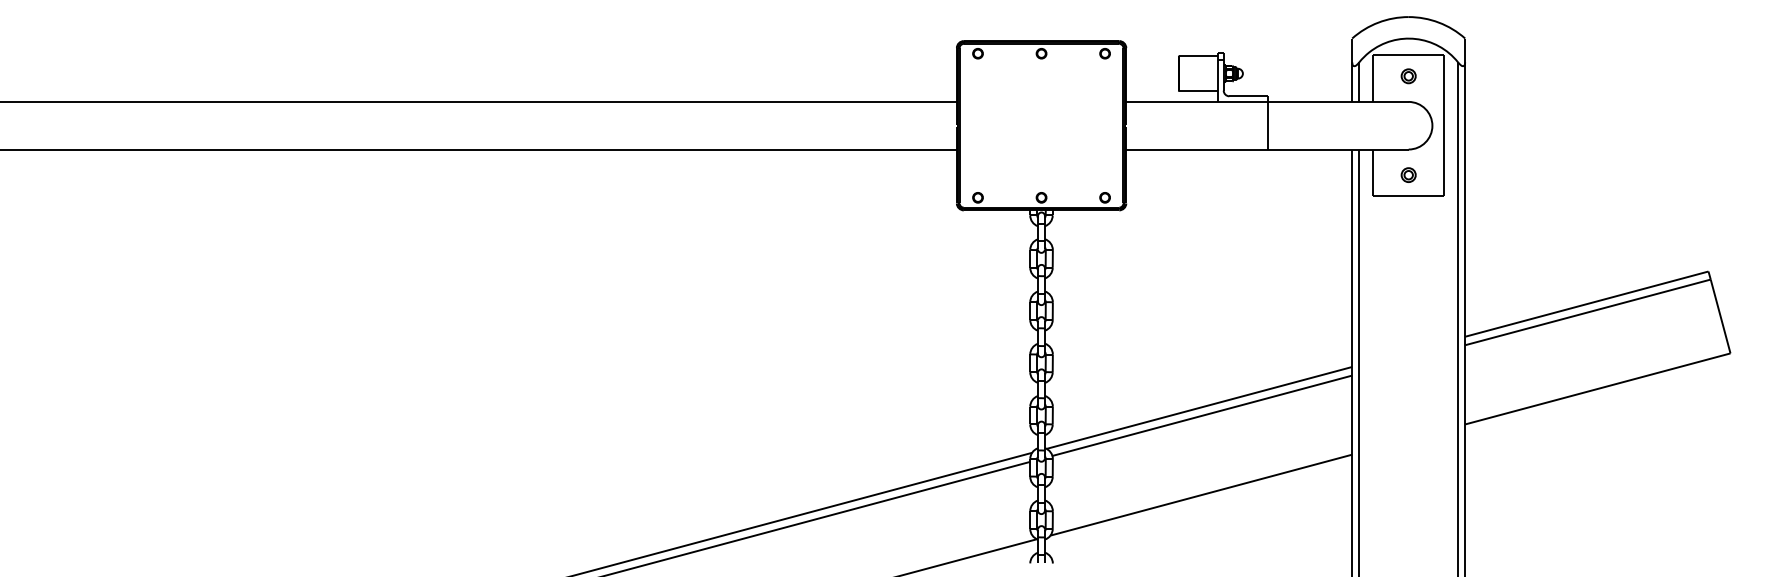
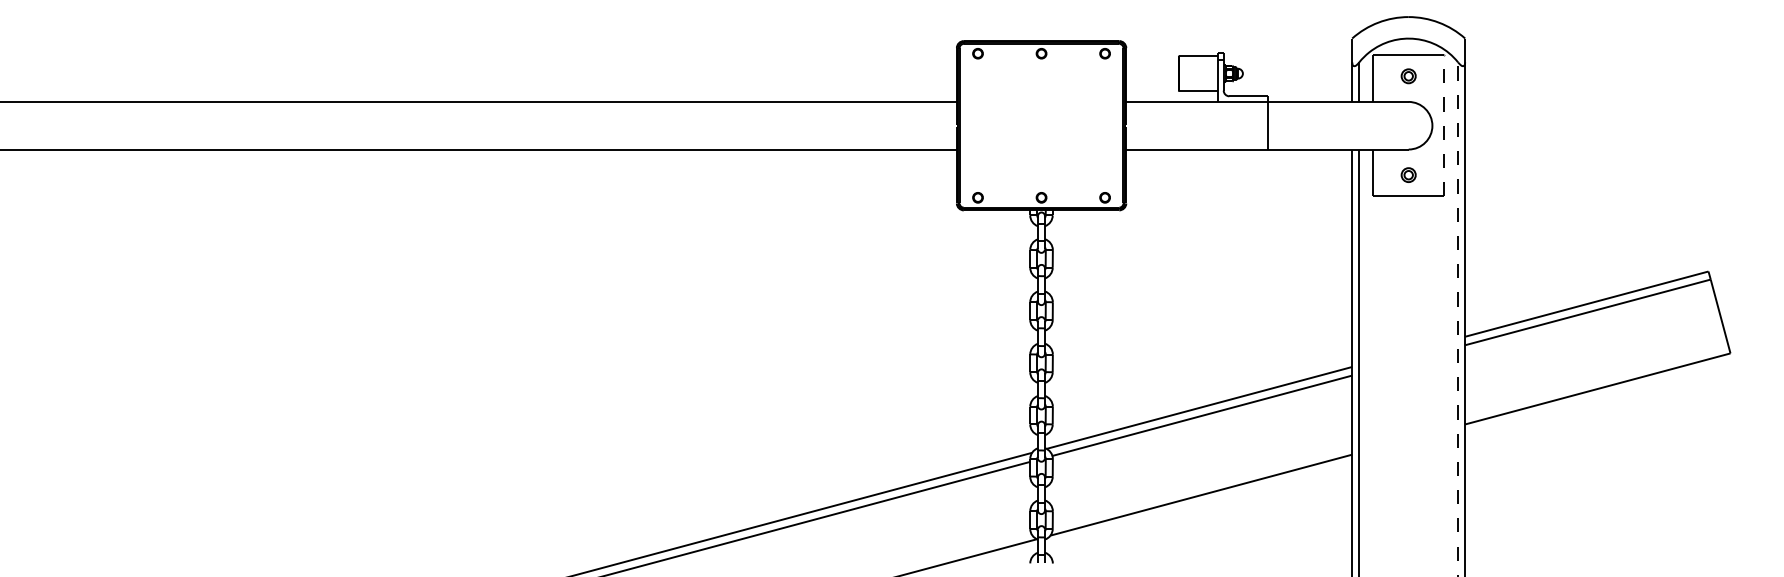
line at (1444, 125): solid -> dashed
line at (1458, 319): solid -> dashed
